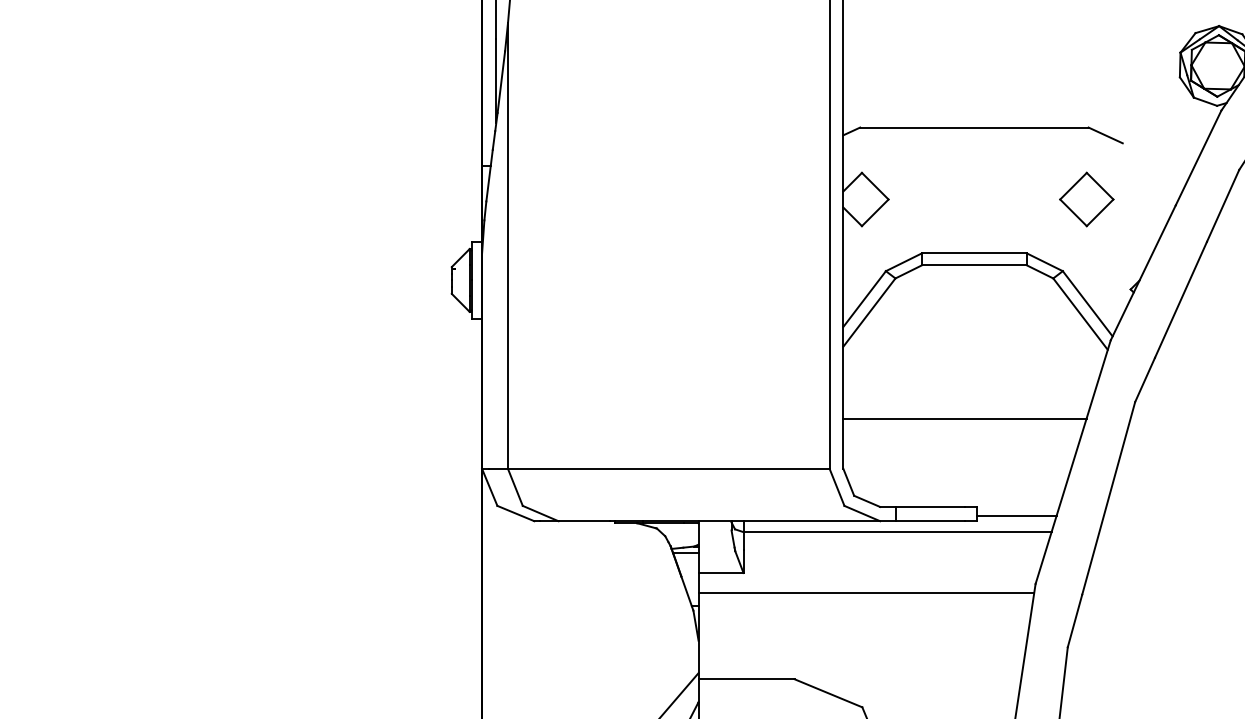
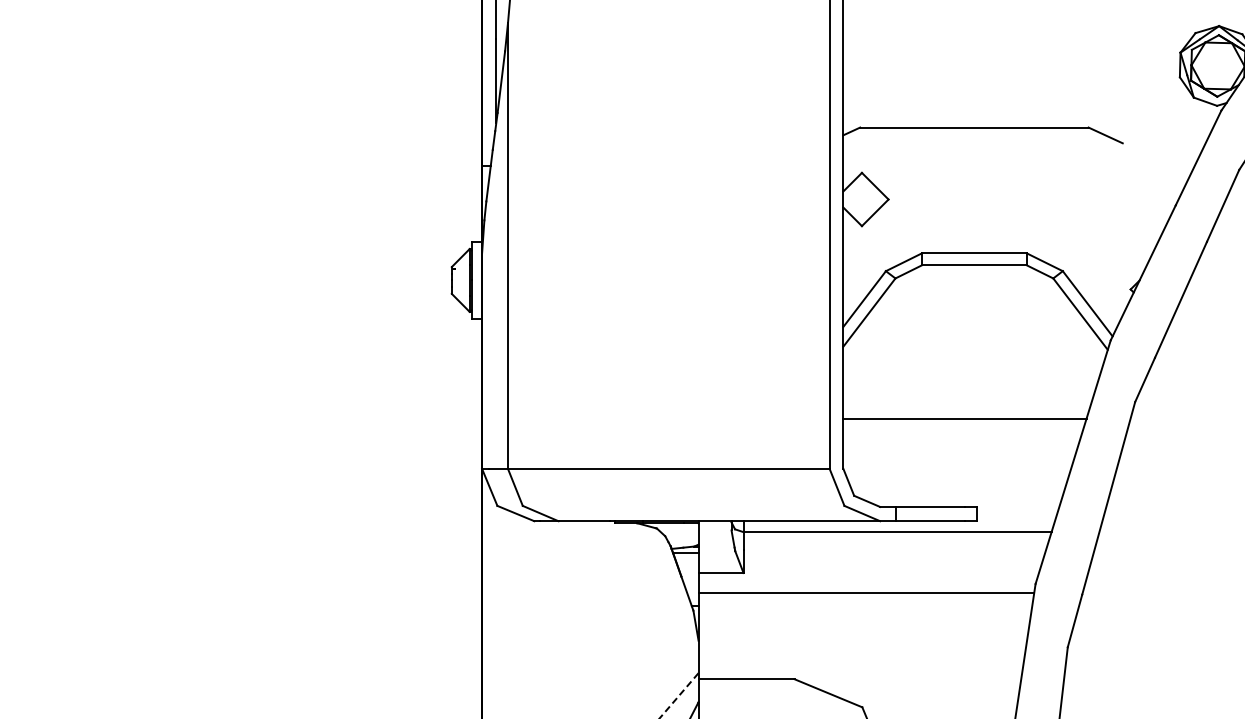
part at (1086, 199): present -> none
line at (1016, 515): present -> none
line at (679, 695): solid -> dashed
